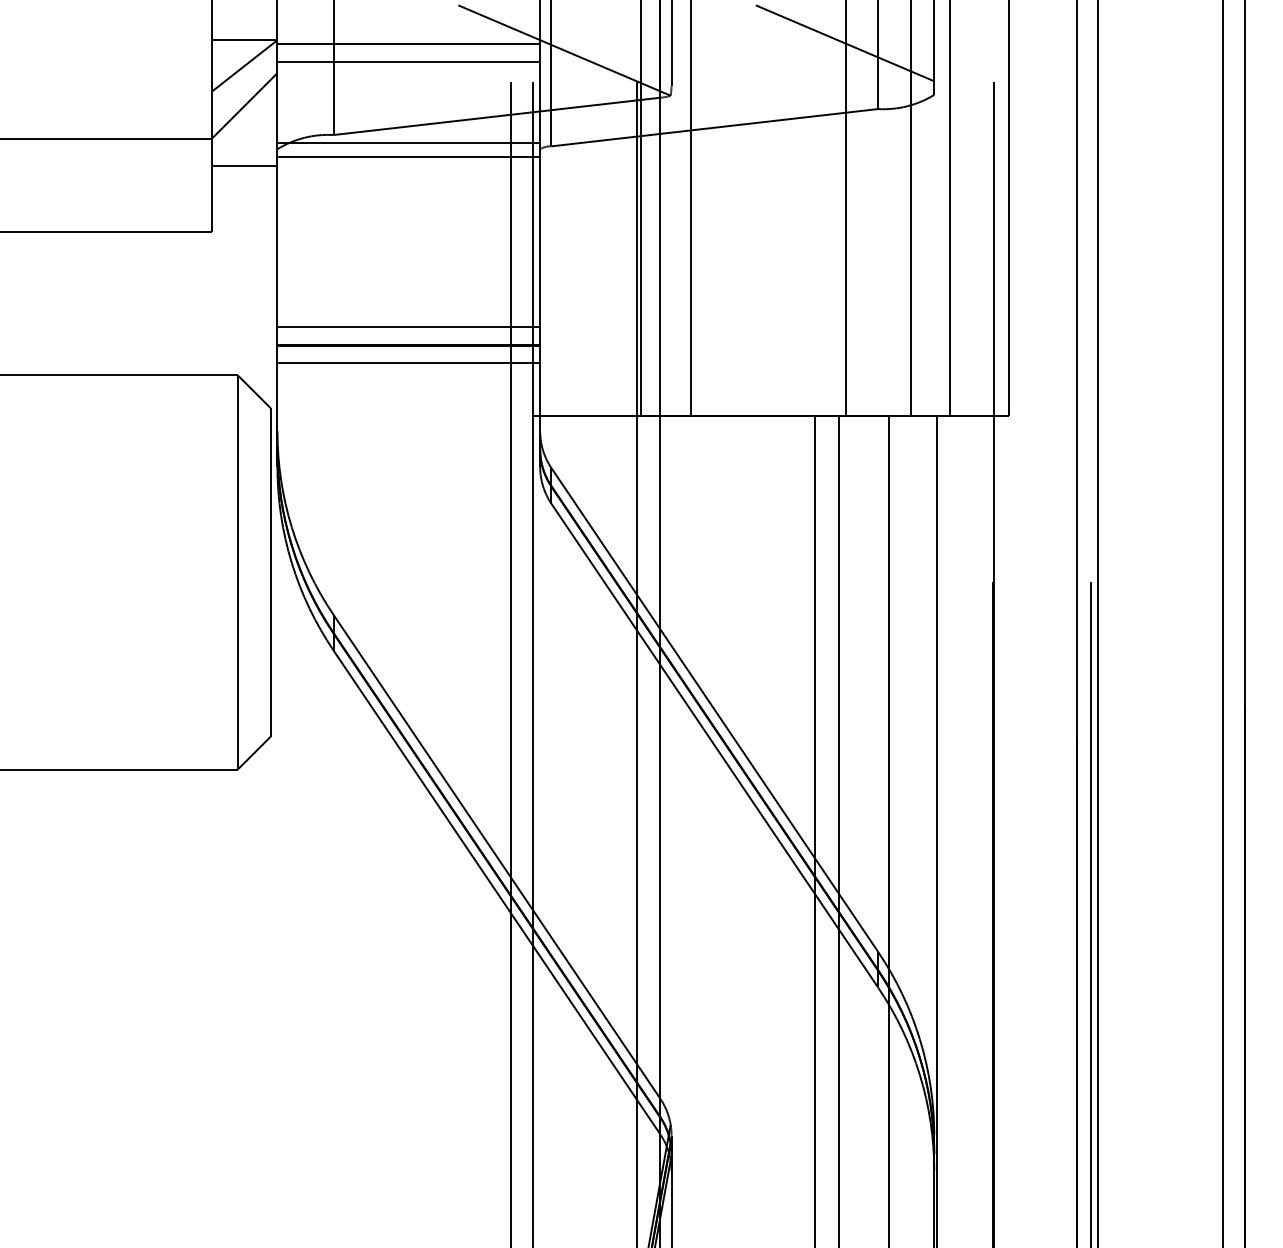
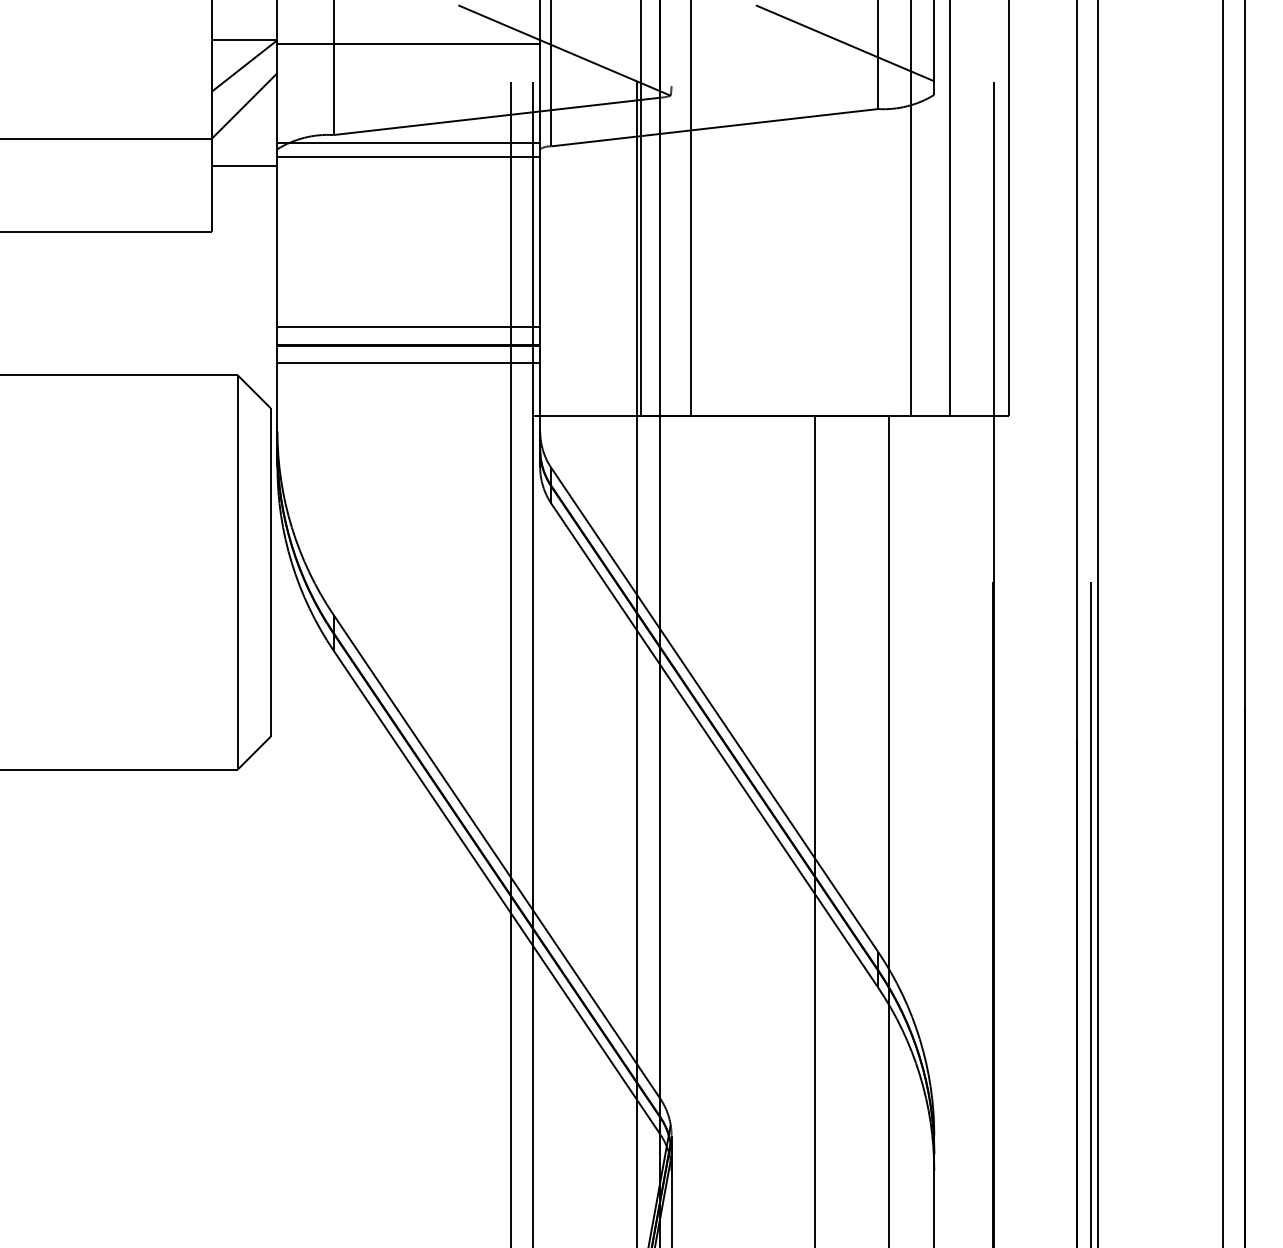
line at (671, 44): present -> none
line at (408, 61): present -> none
line at (845, 208): present -> none
line at (839, 829): present -> none
line at (937, 829): present -> none
